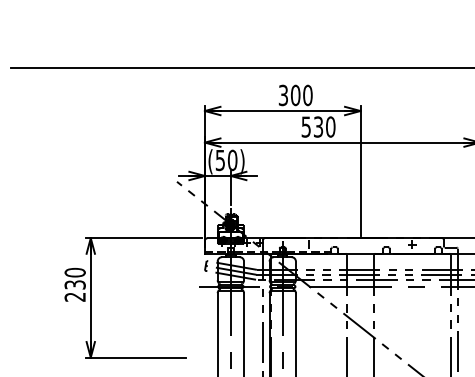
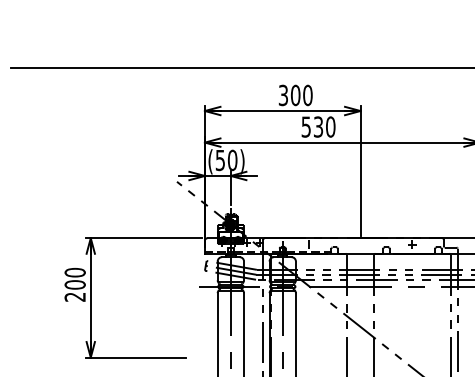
text at (74, 284): 230 -> 200
